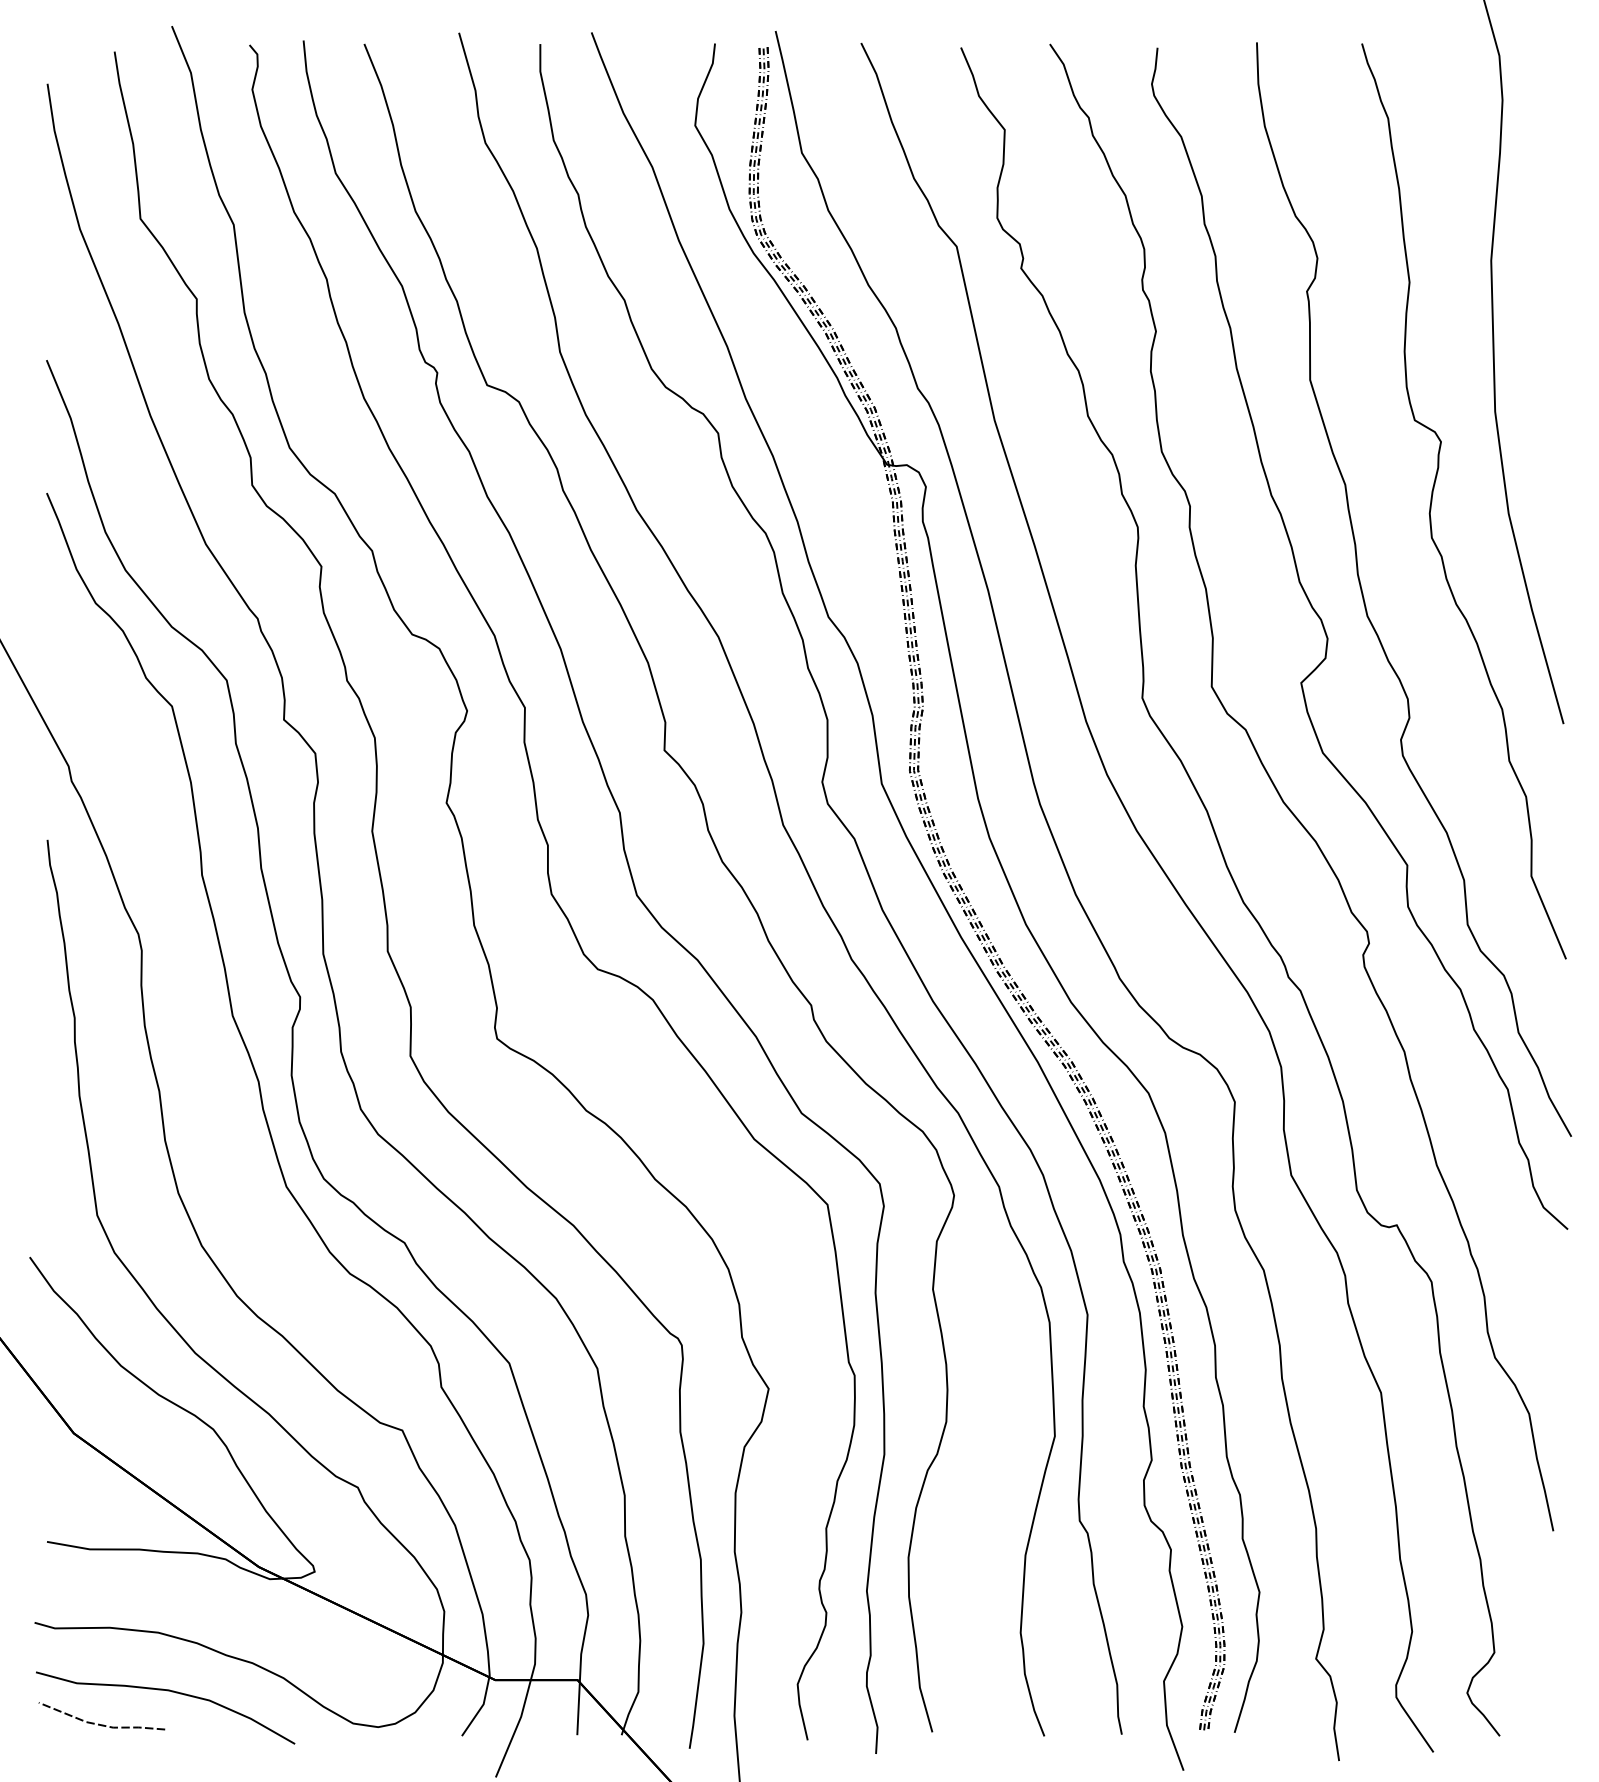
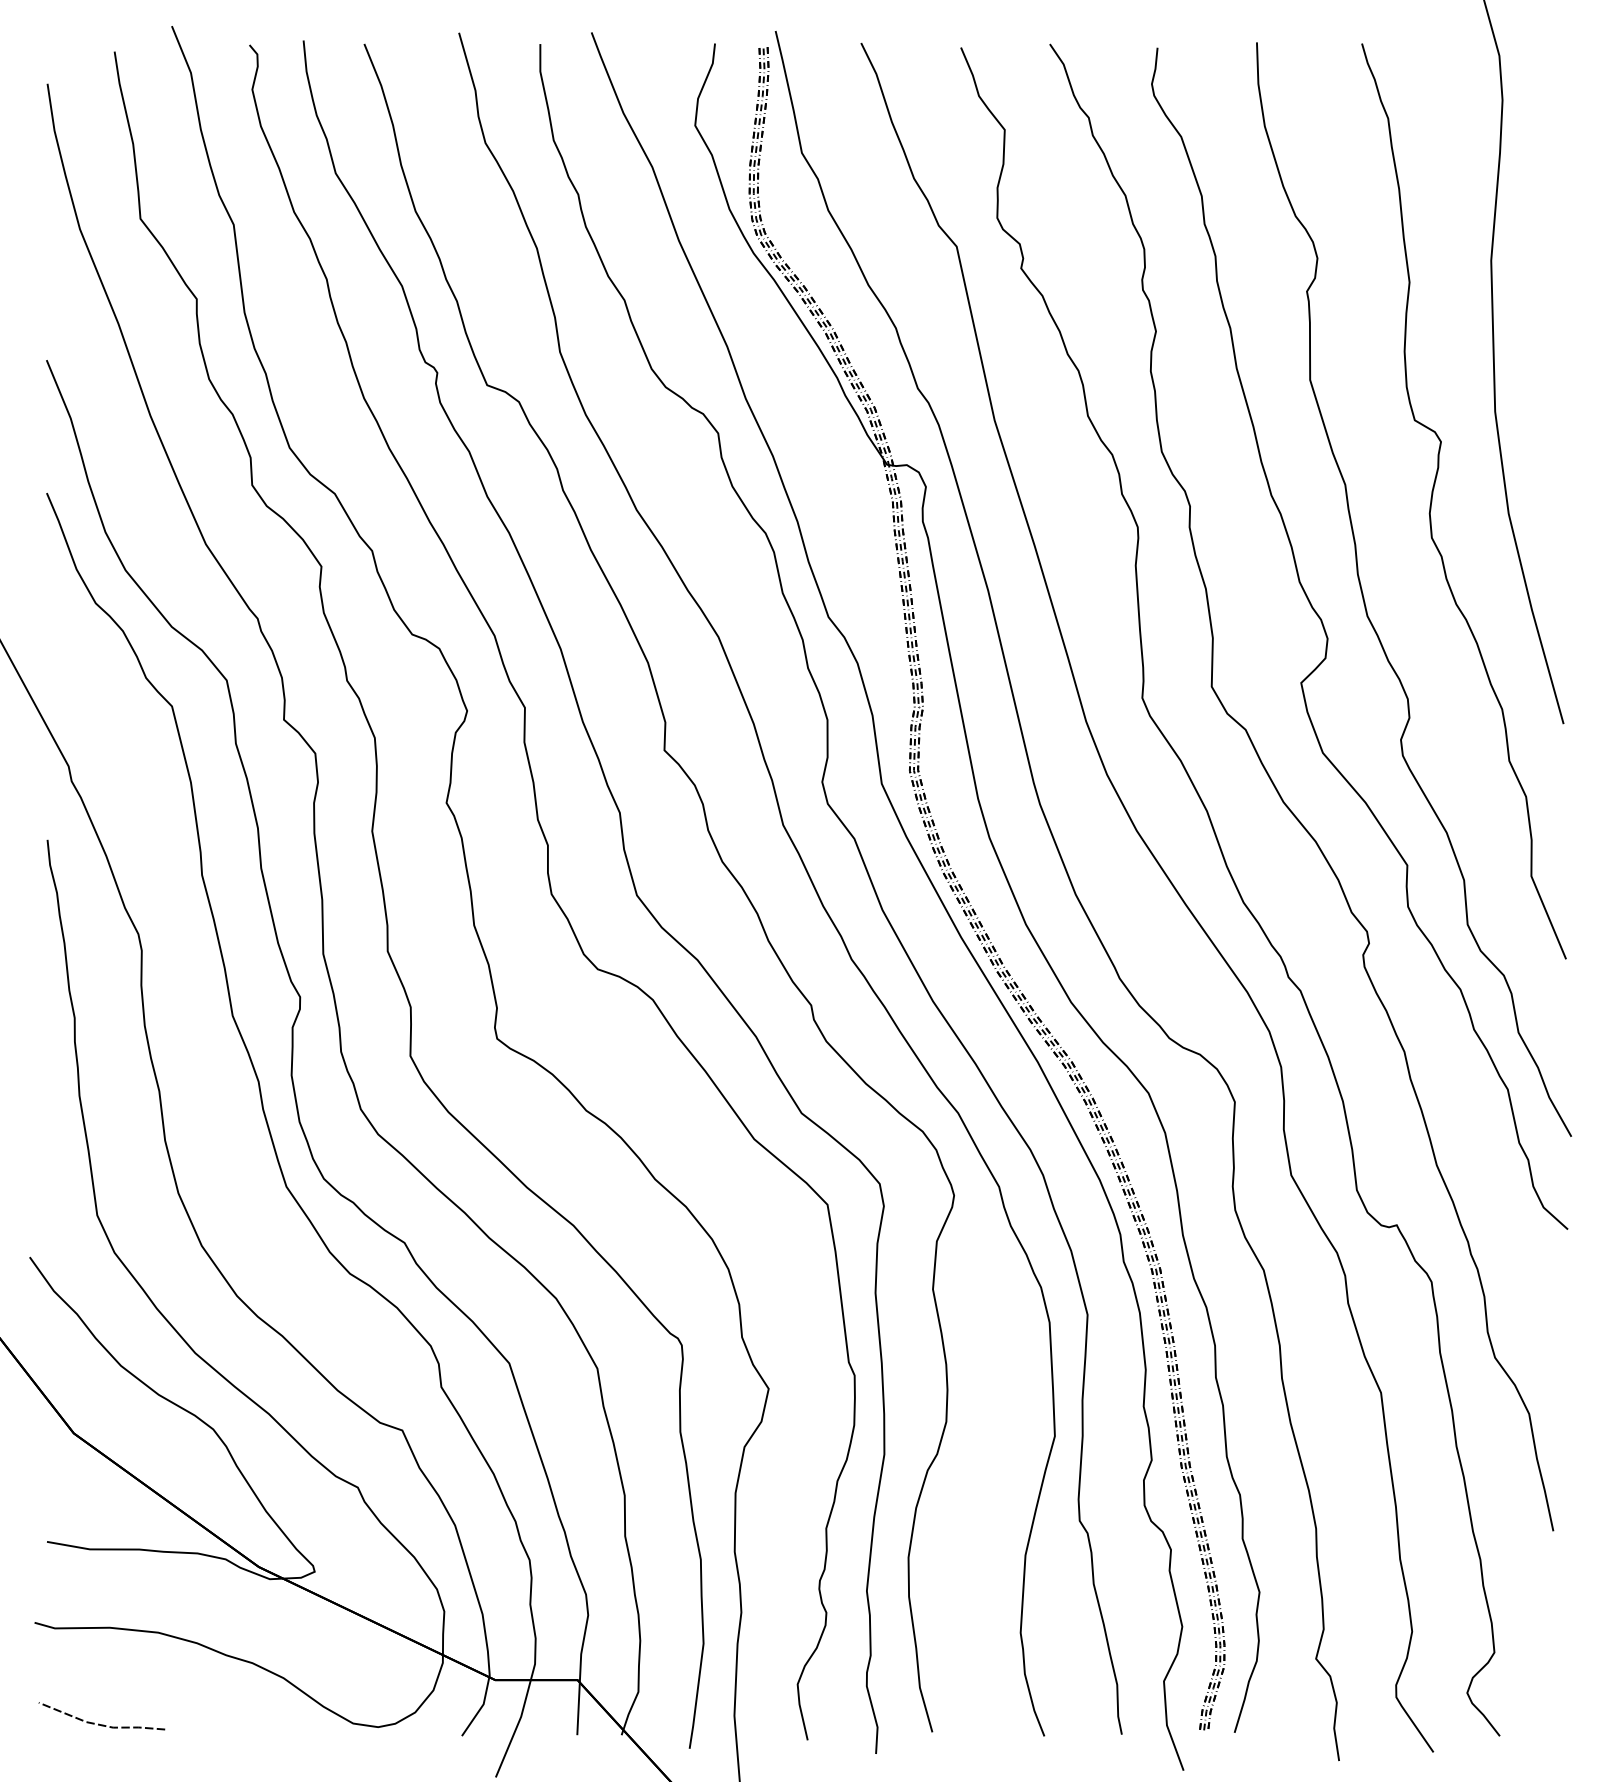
curve at (167, 1691): present -> none
